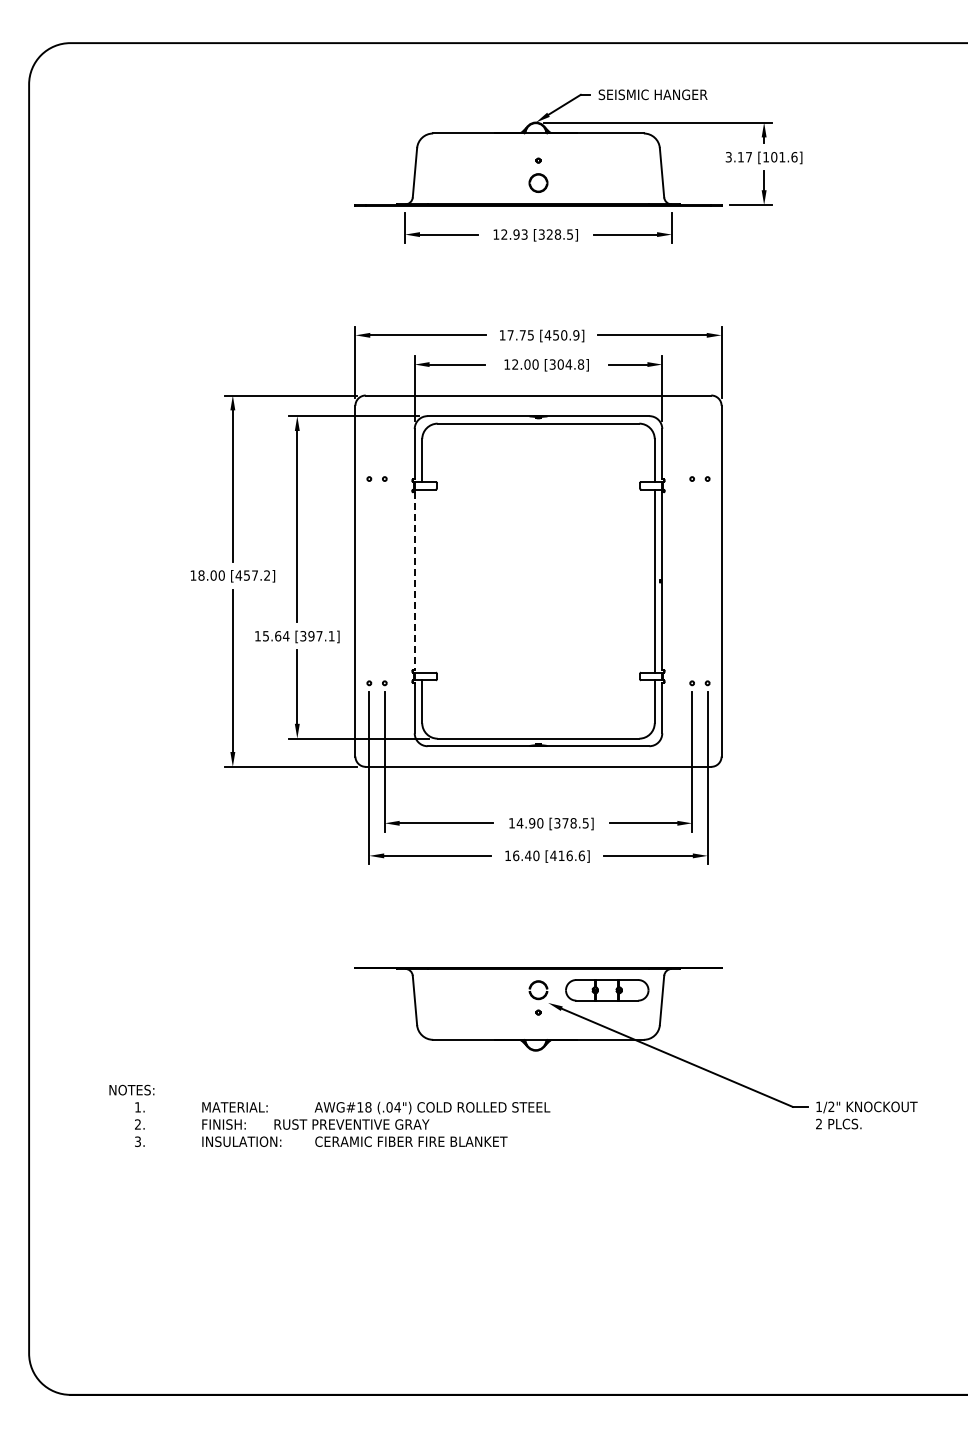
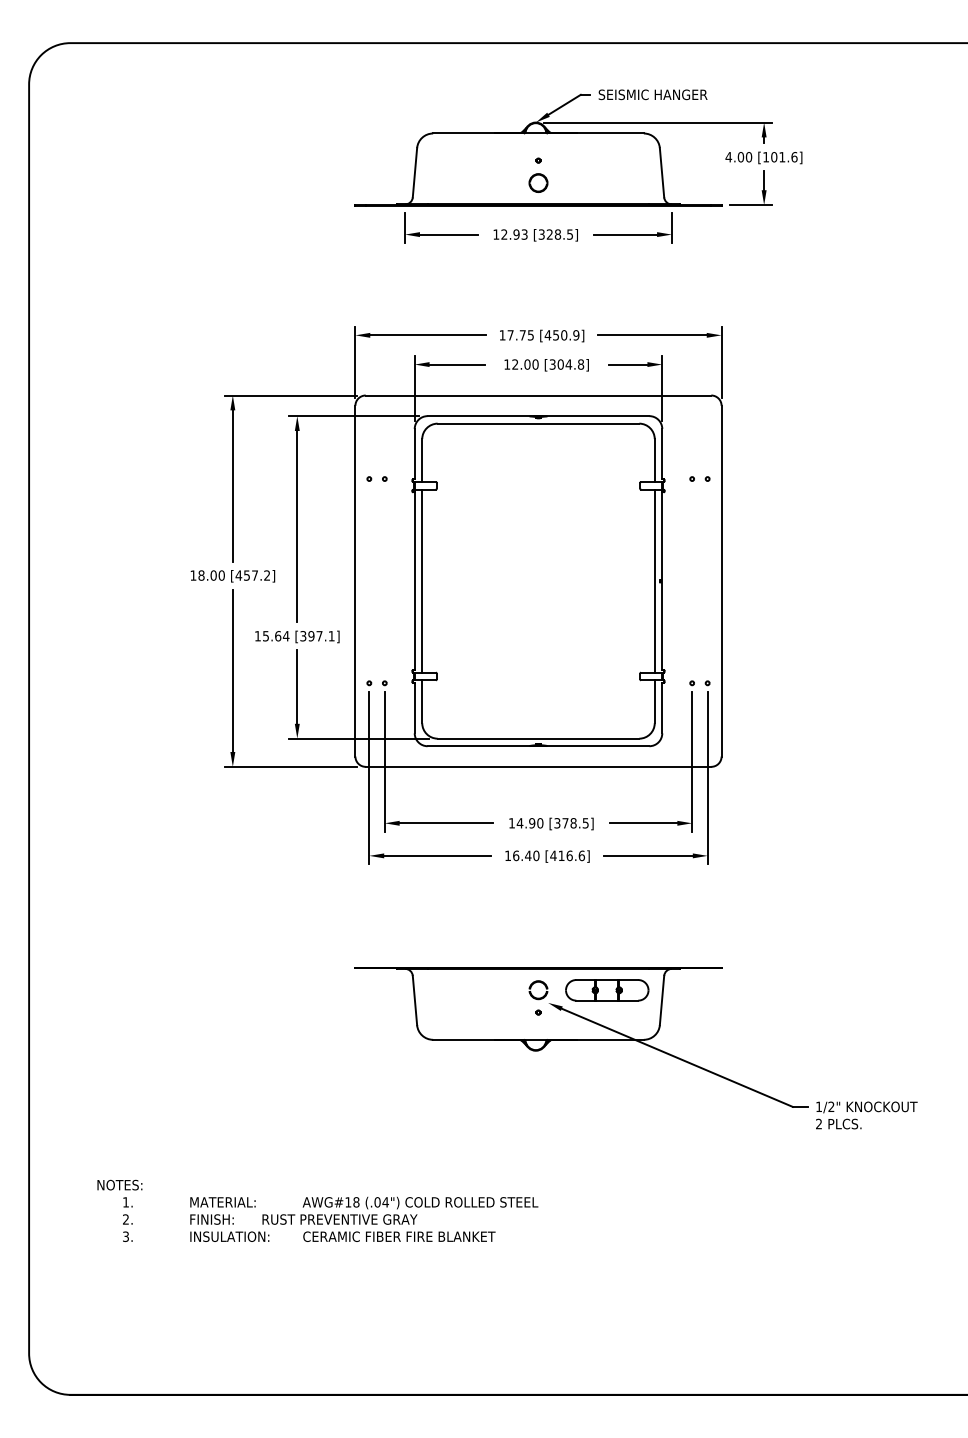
text at (738, 157): 3.17 -> 4.00
line at (422, 580): none -> present
line at (414, 581): dashed -> solid
text at (329, 1115) position: (329, 1115) -> (317, 1210)
